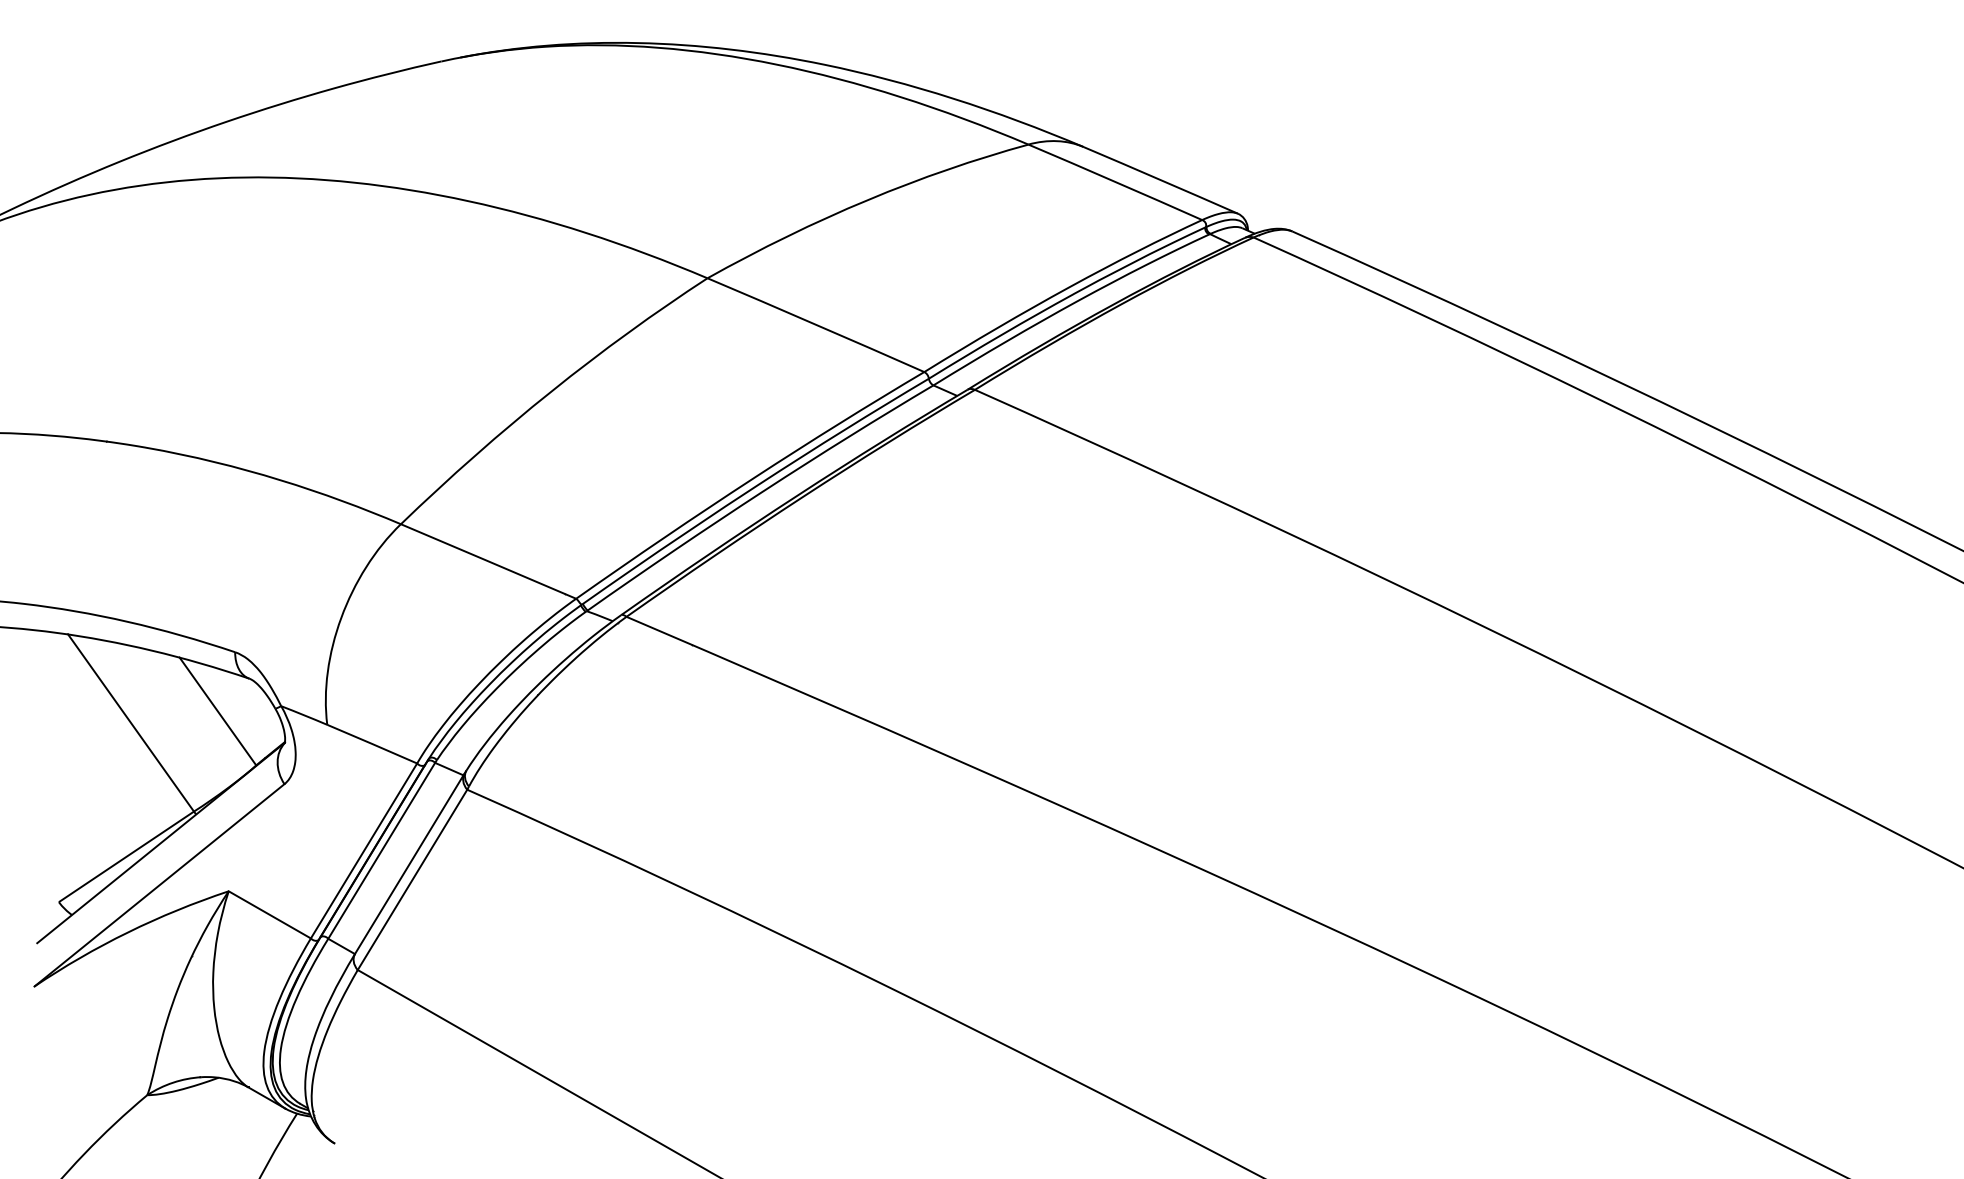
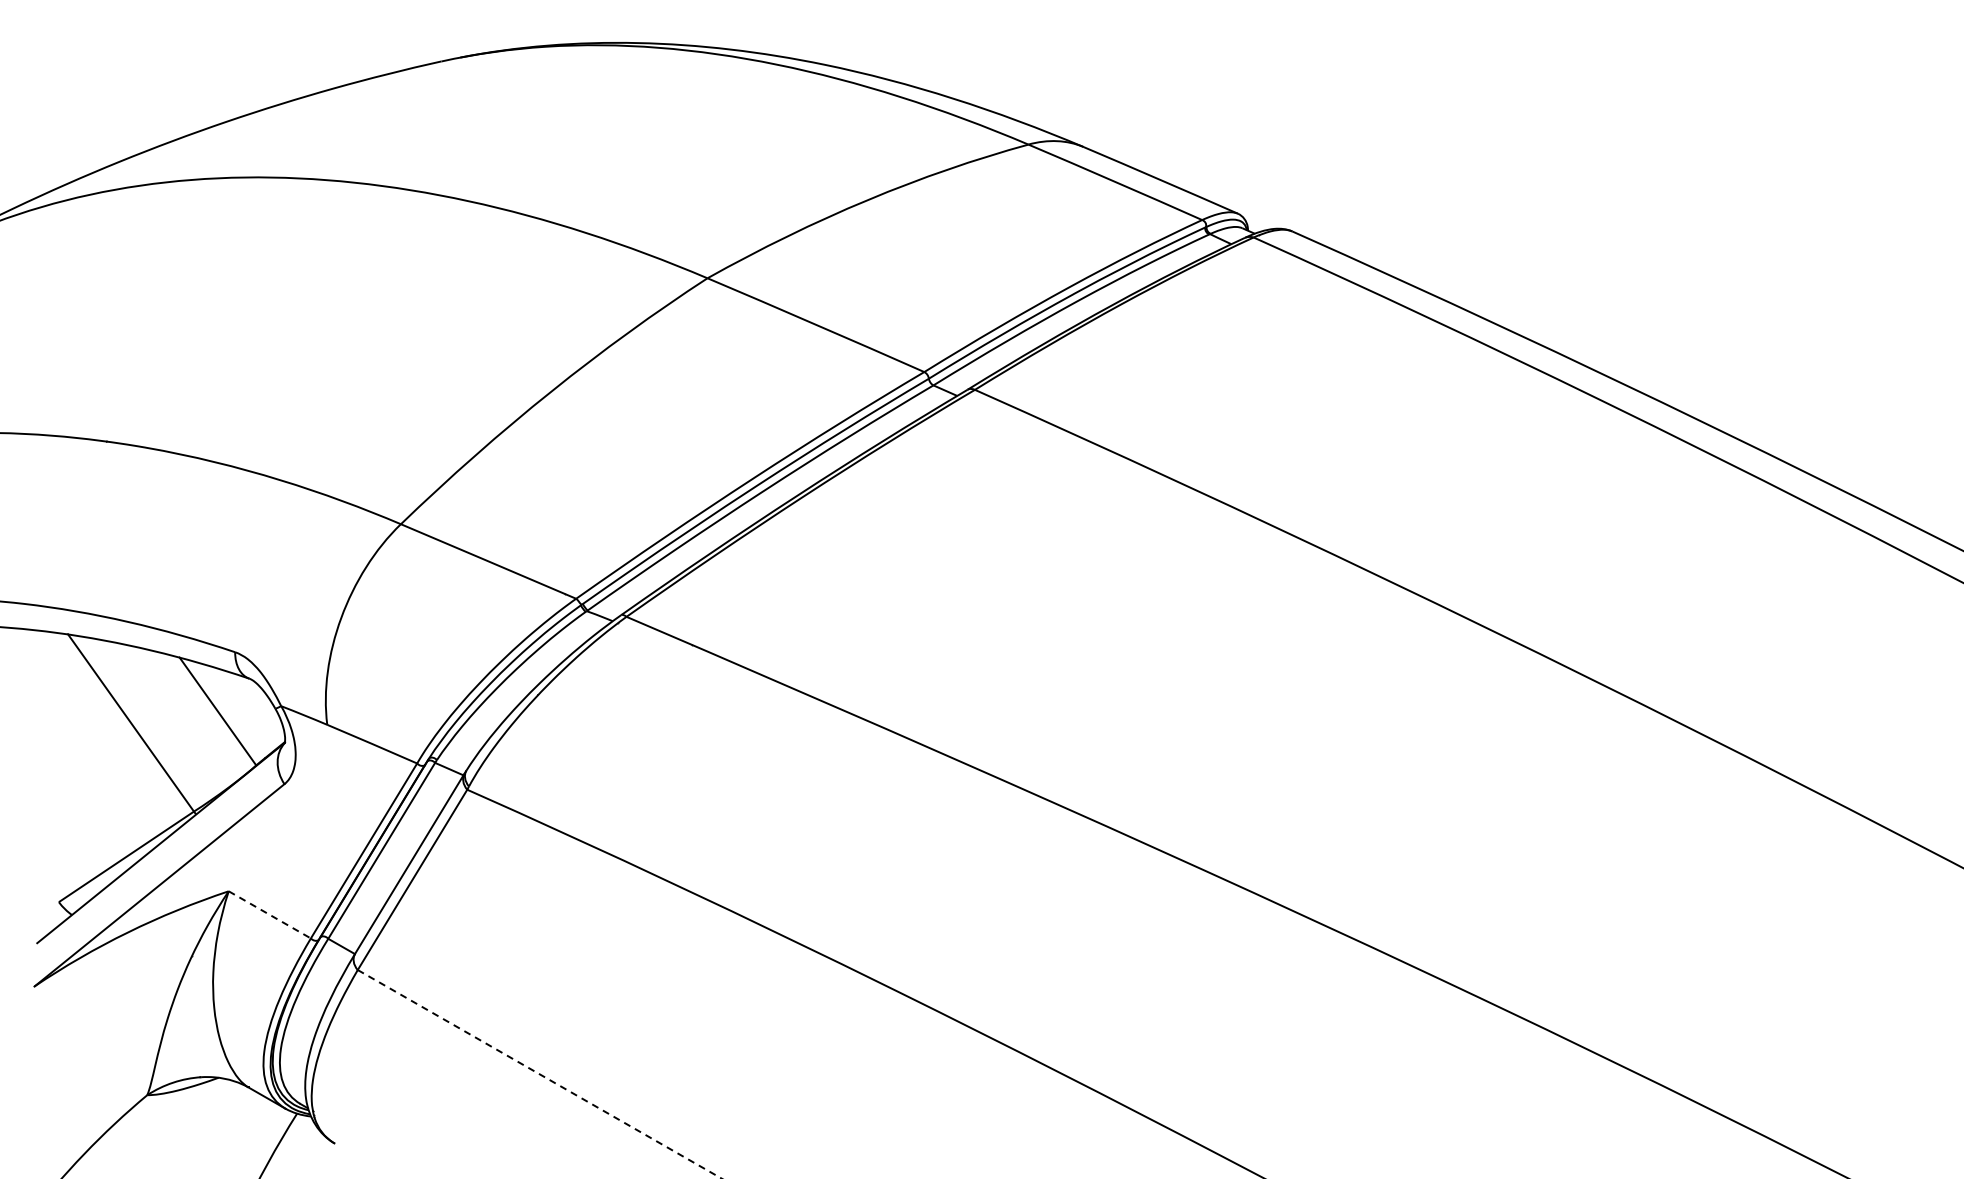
line at (270, 915): solid -> dashed
line at (539, 1074): solid -> dashed
